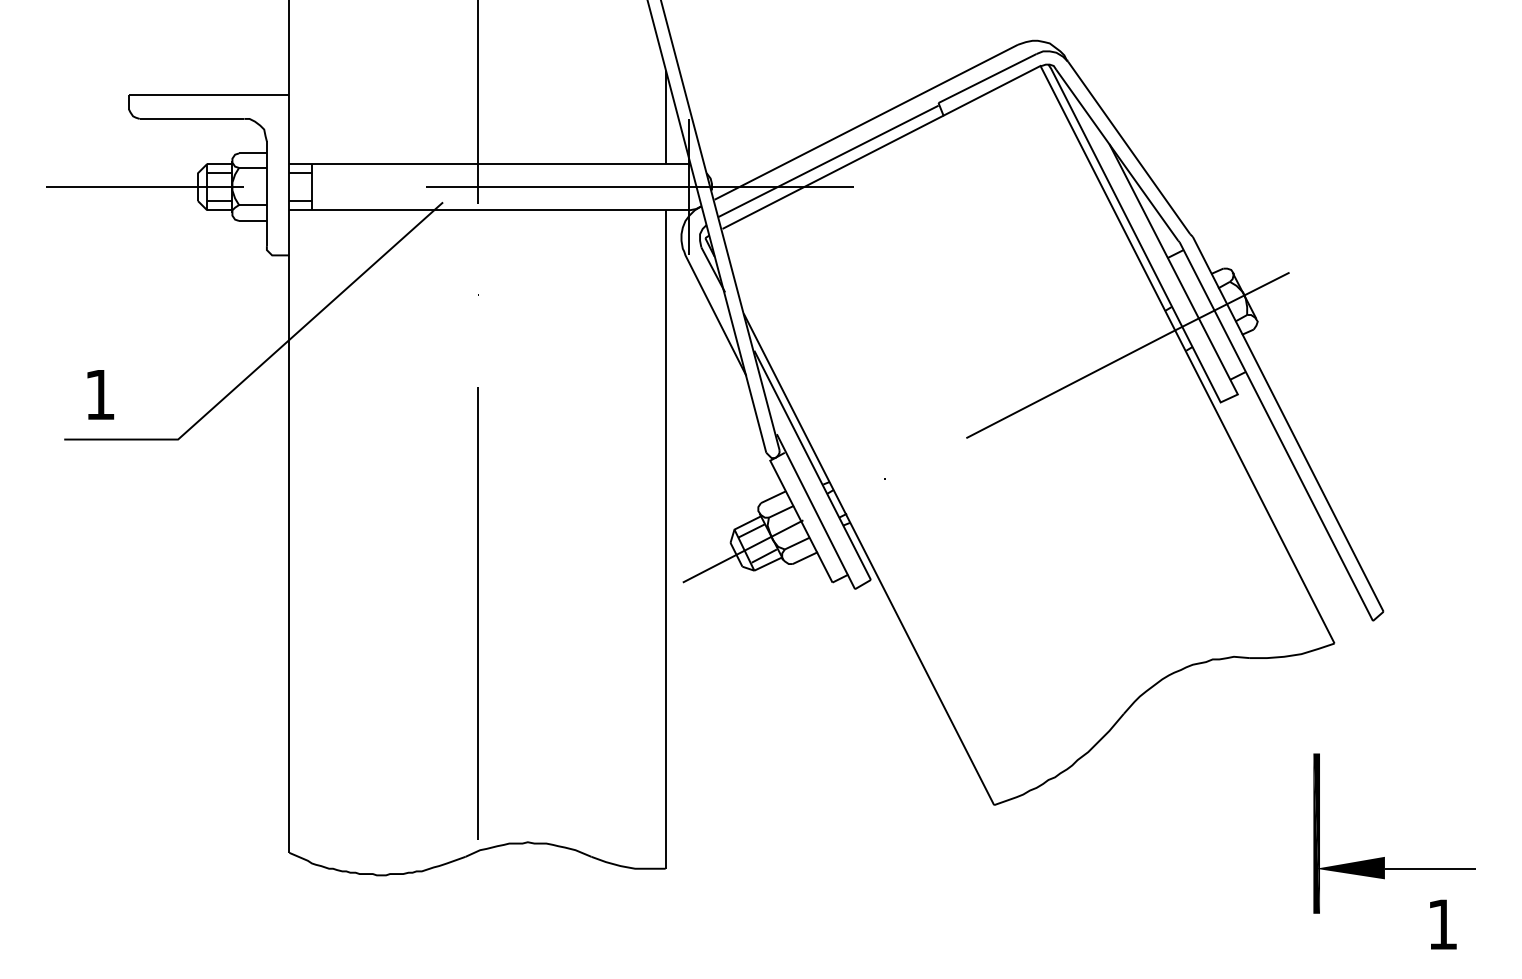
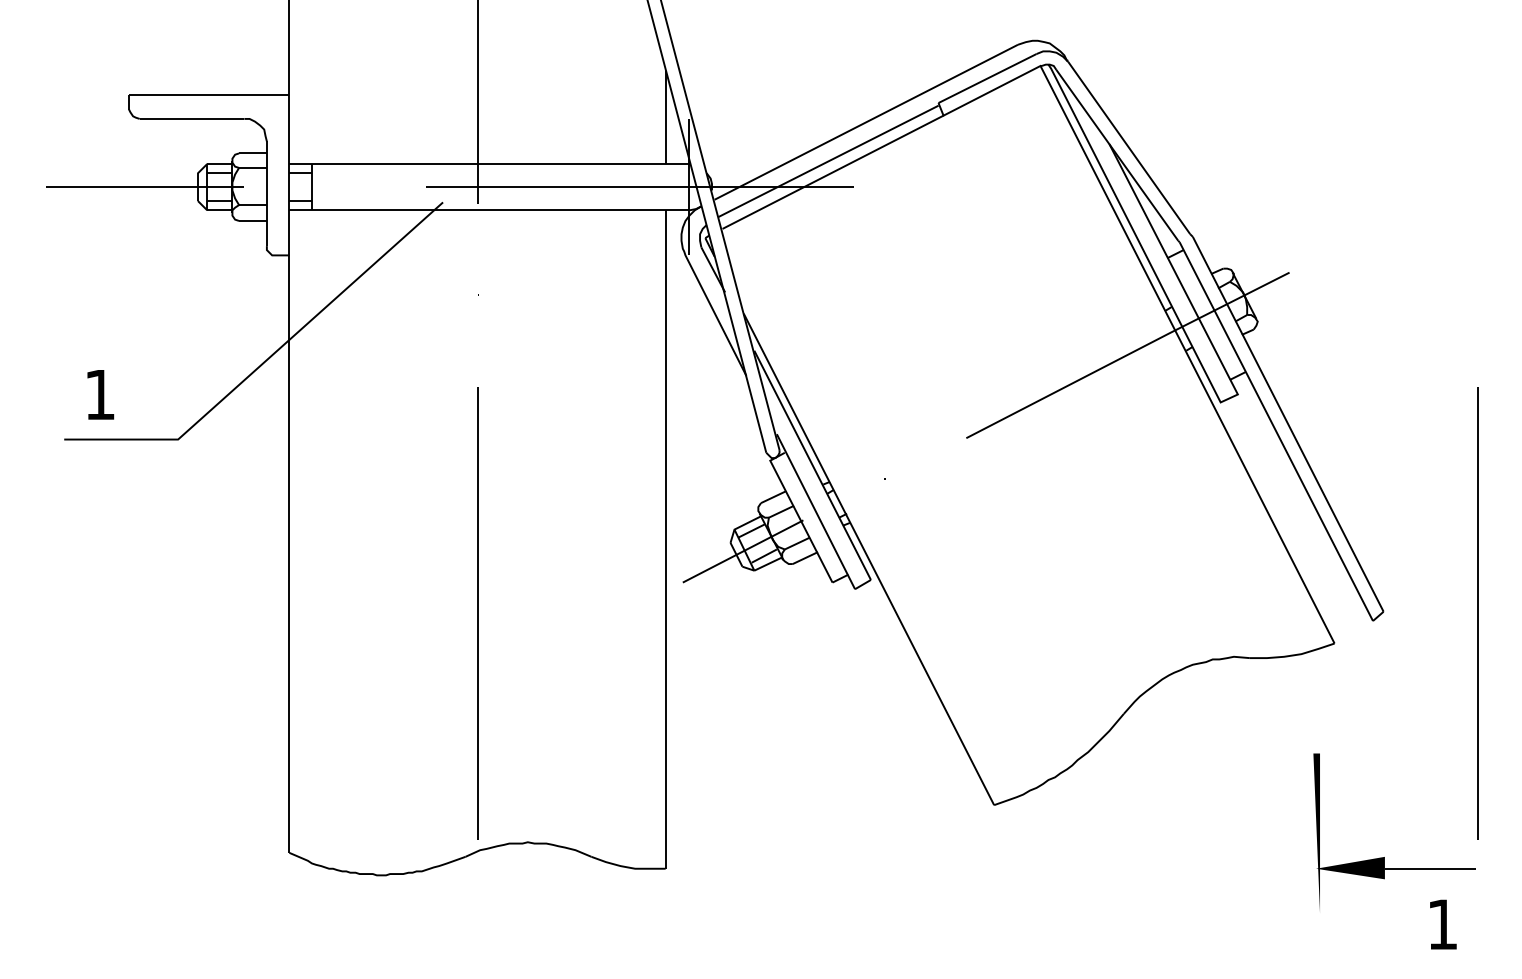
line at (1477, 613): none -> present
fill at (1316, 833): present -> none
